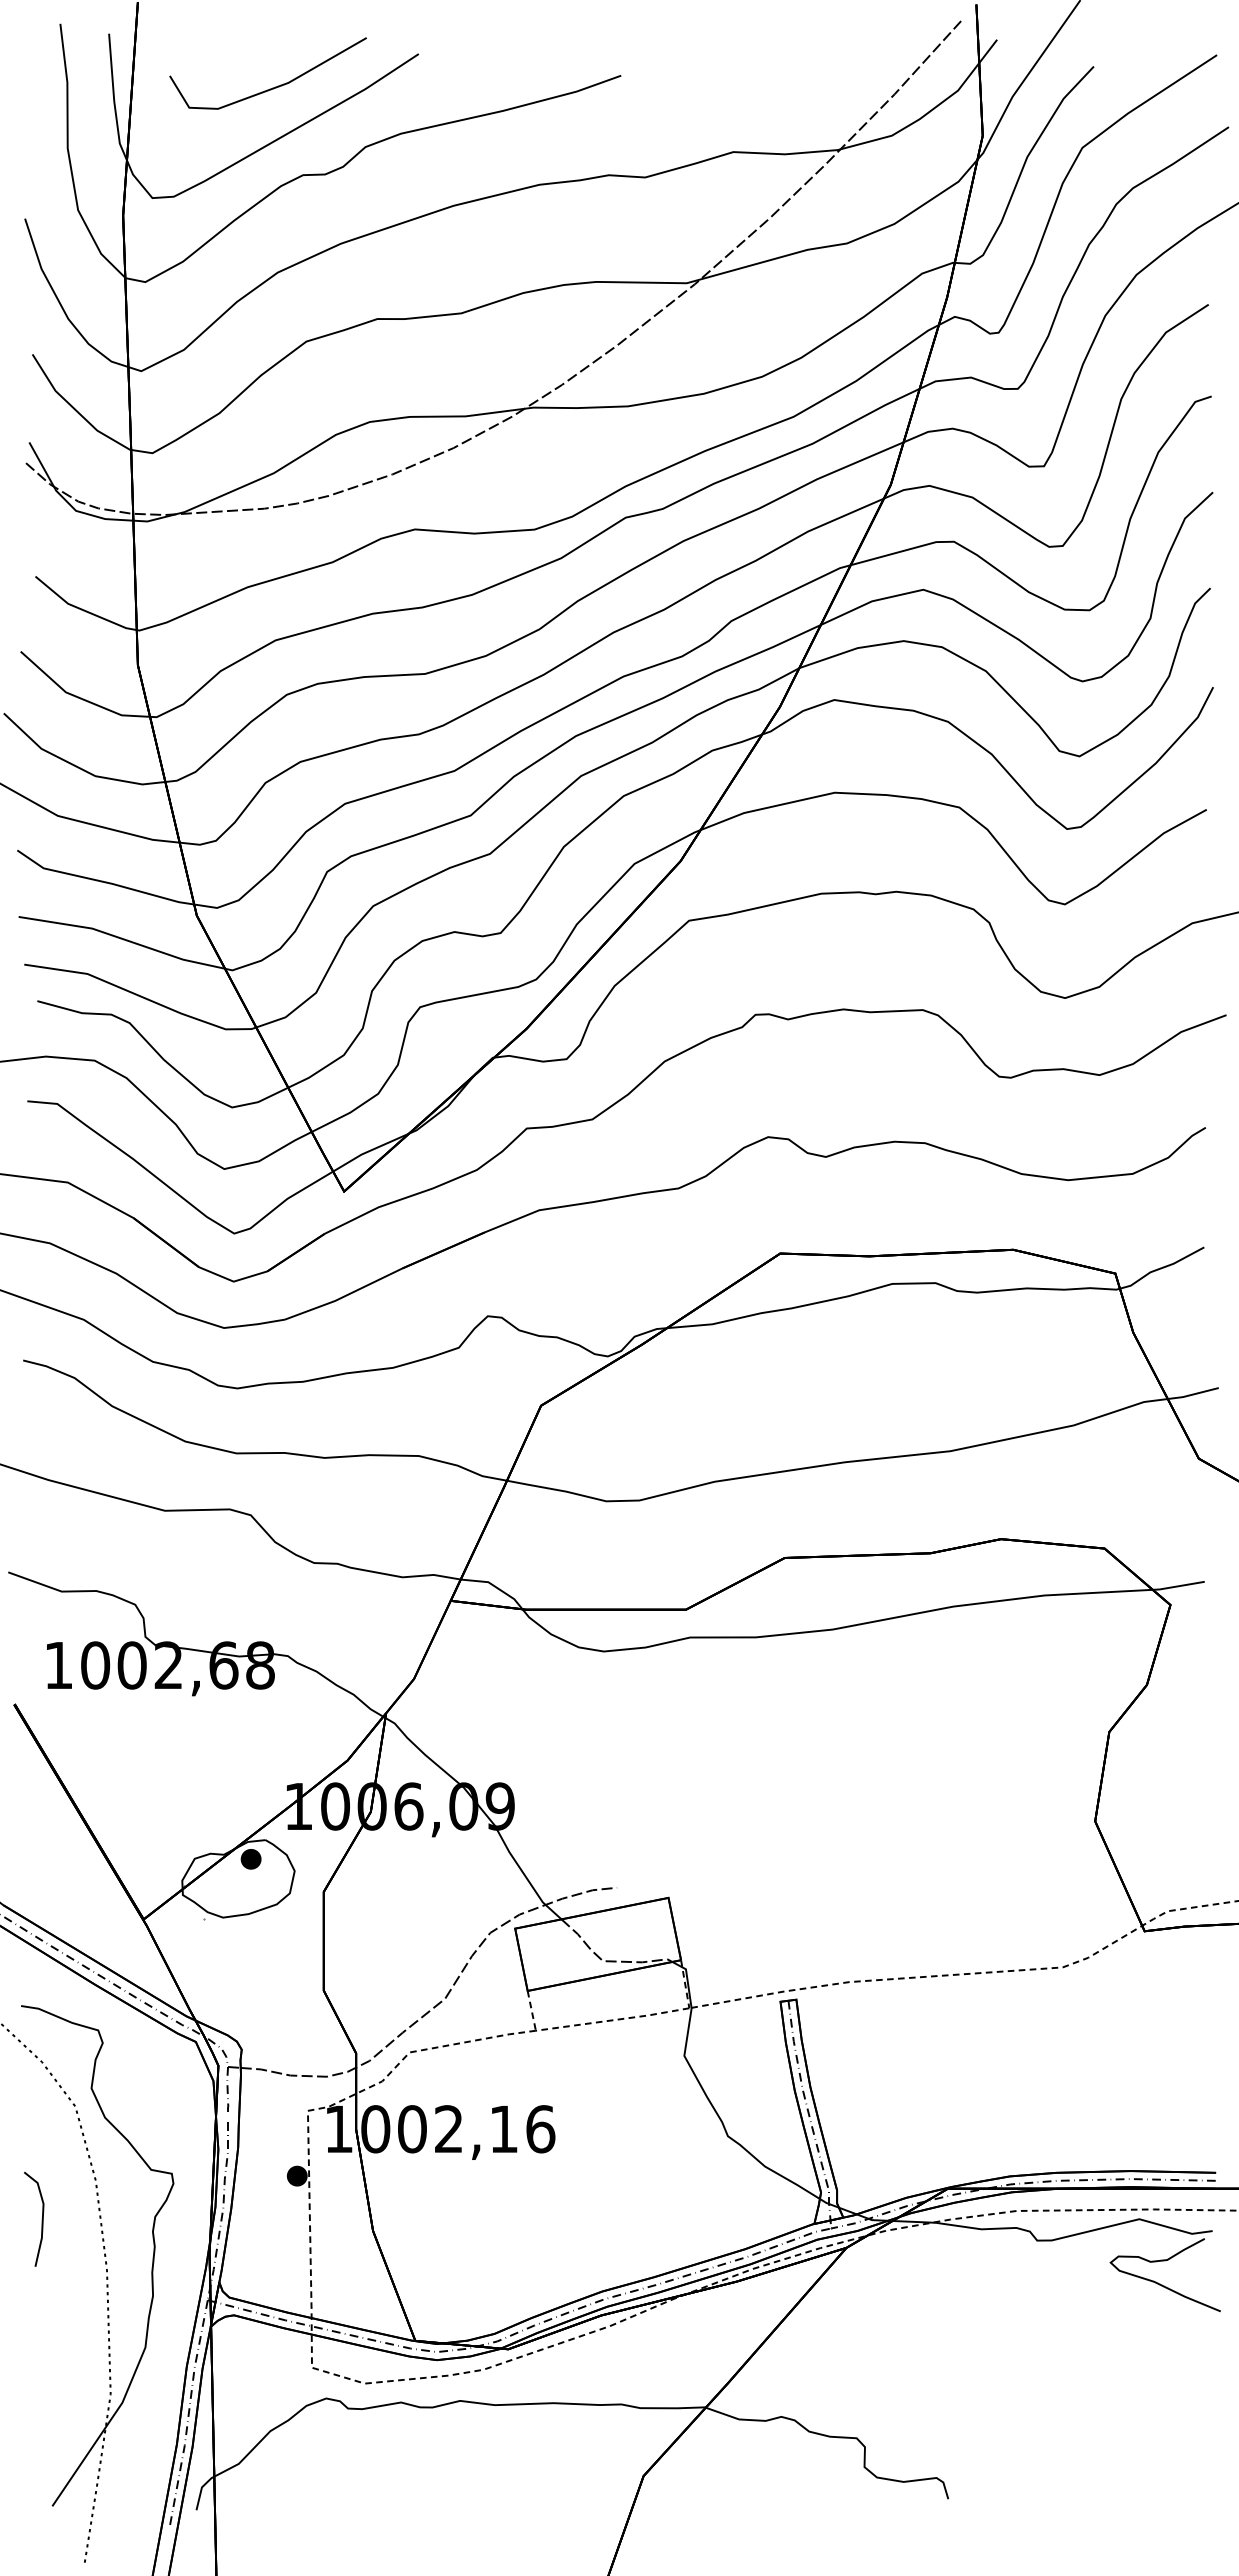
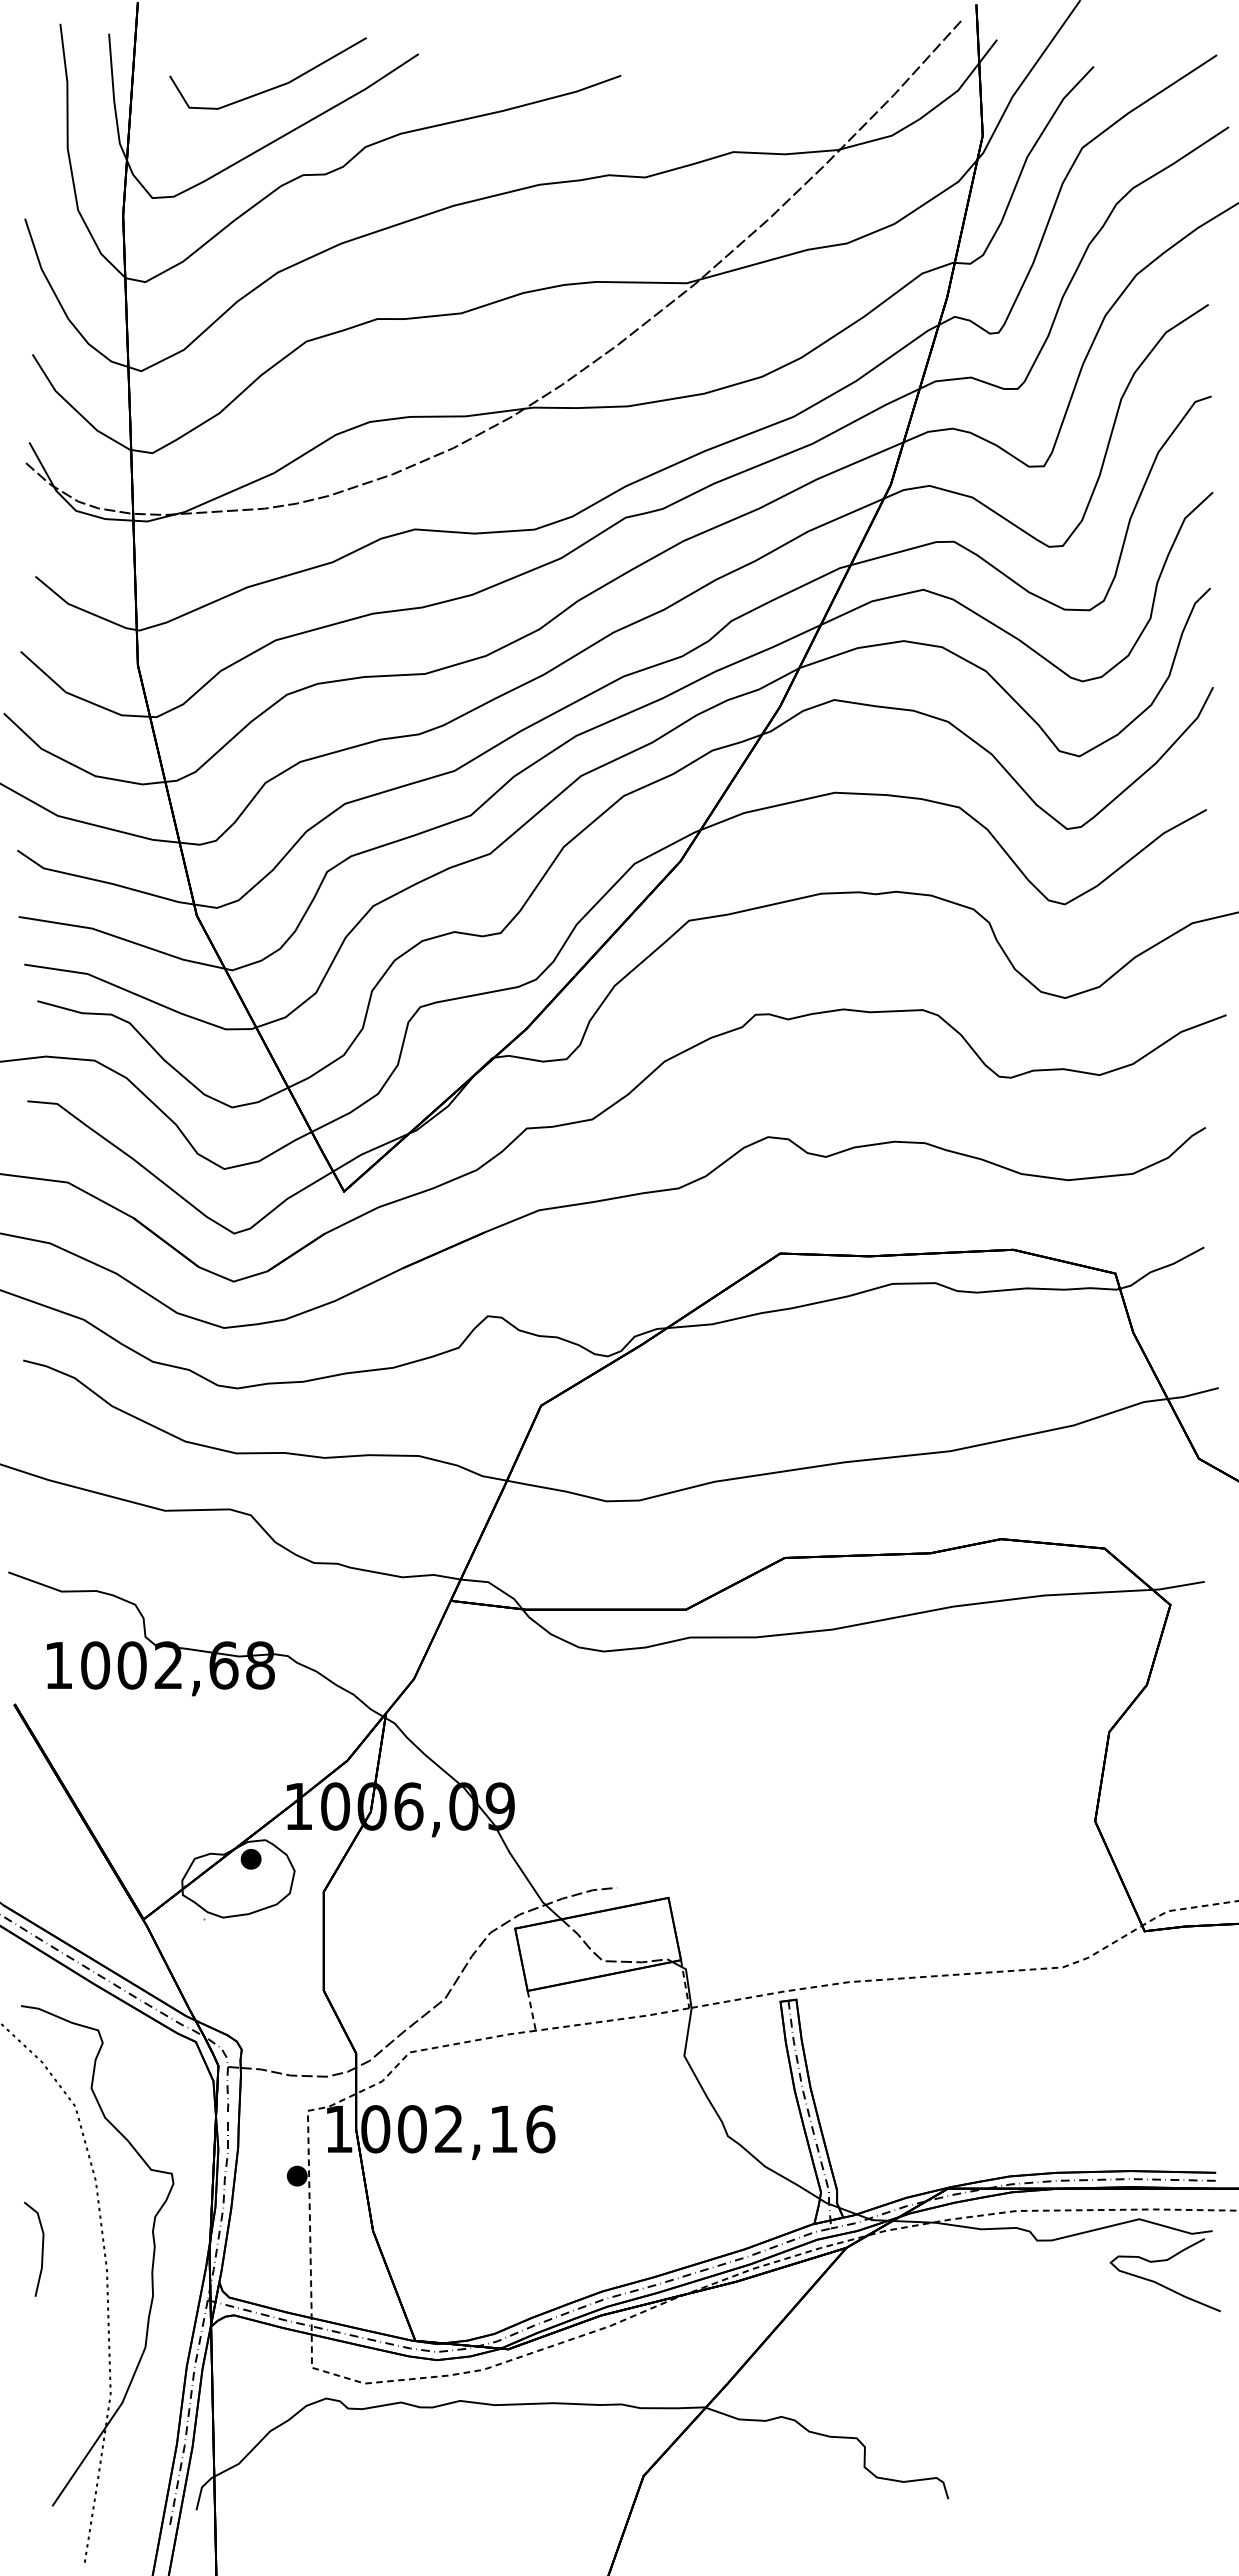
line at (41, 2219) position: (41, 2219) -> (41, 2249)
